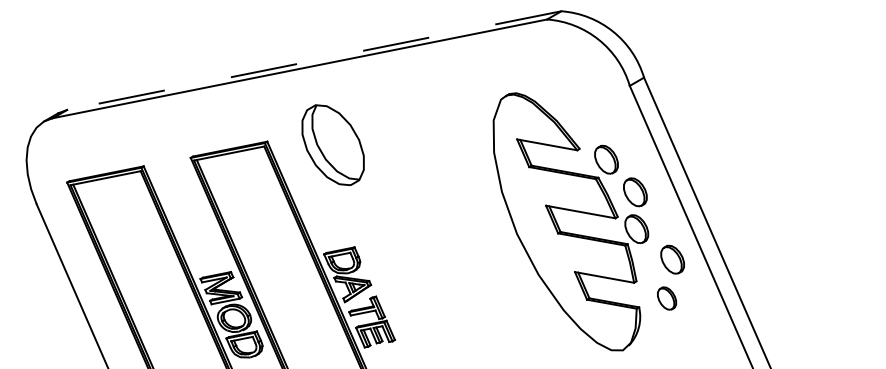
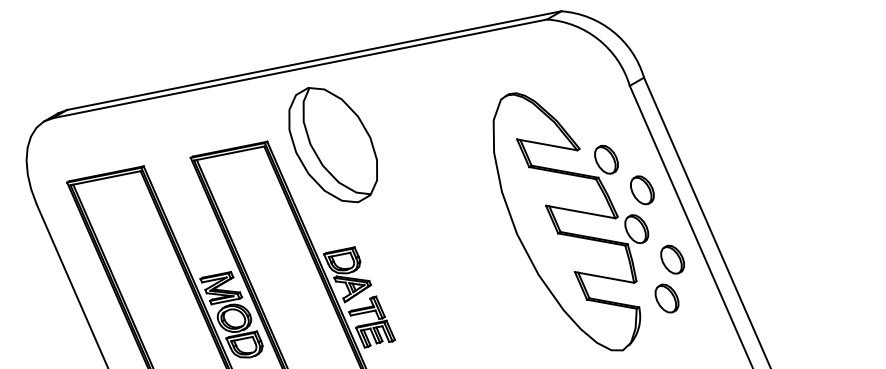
line at (314, 60): dashed -> solid
part at (332, 145) size: 64x83 px -> 90x117 px
part at (635, 192) position: (635, 192) -> (642, 190)
part at (667, 298) size: 21x25 px -> 26x31 px
